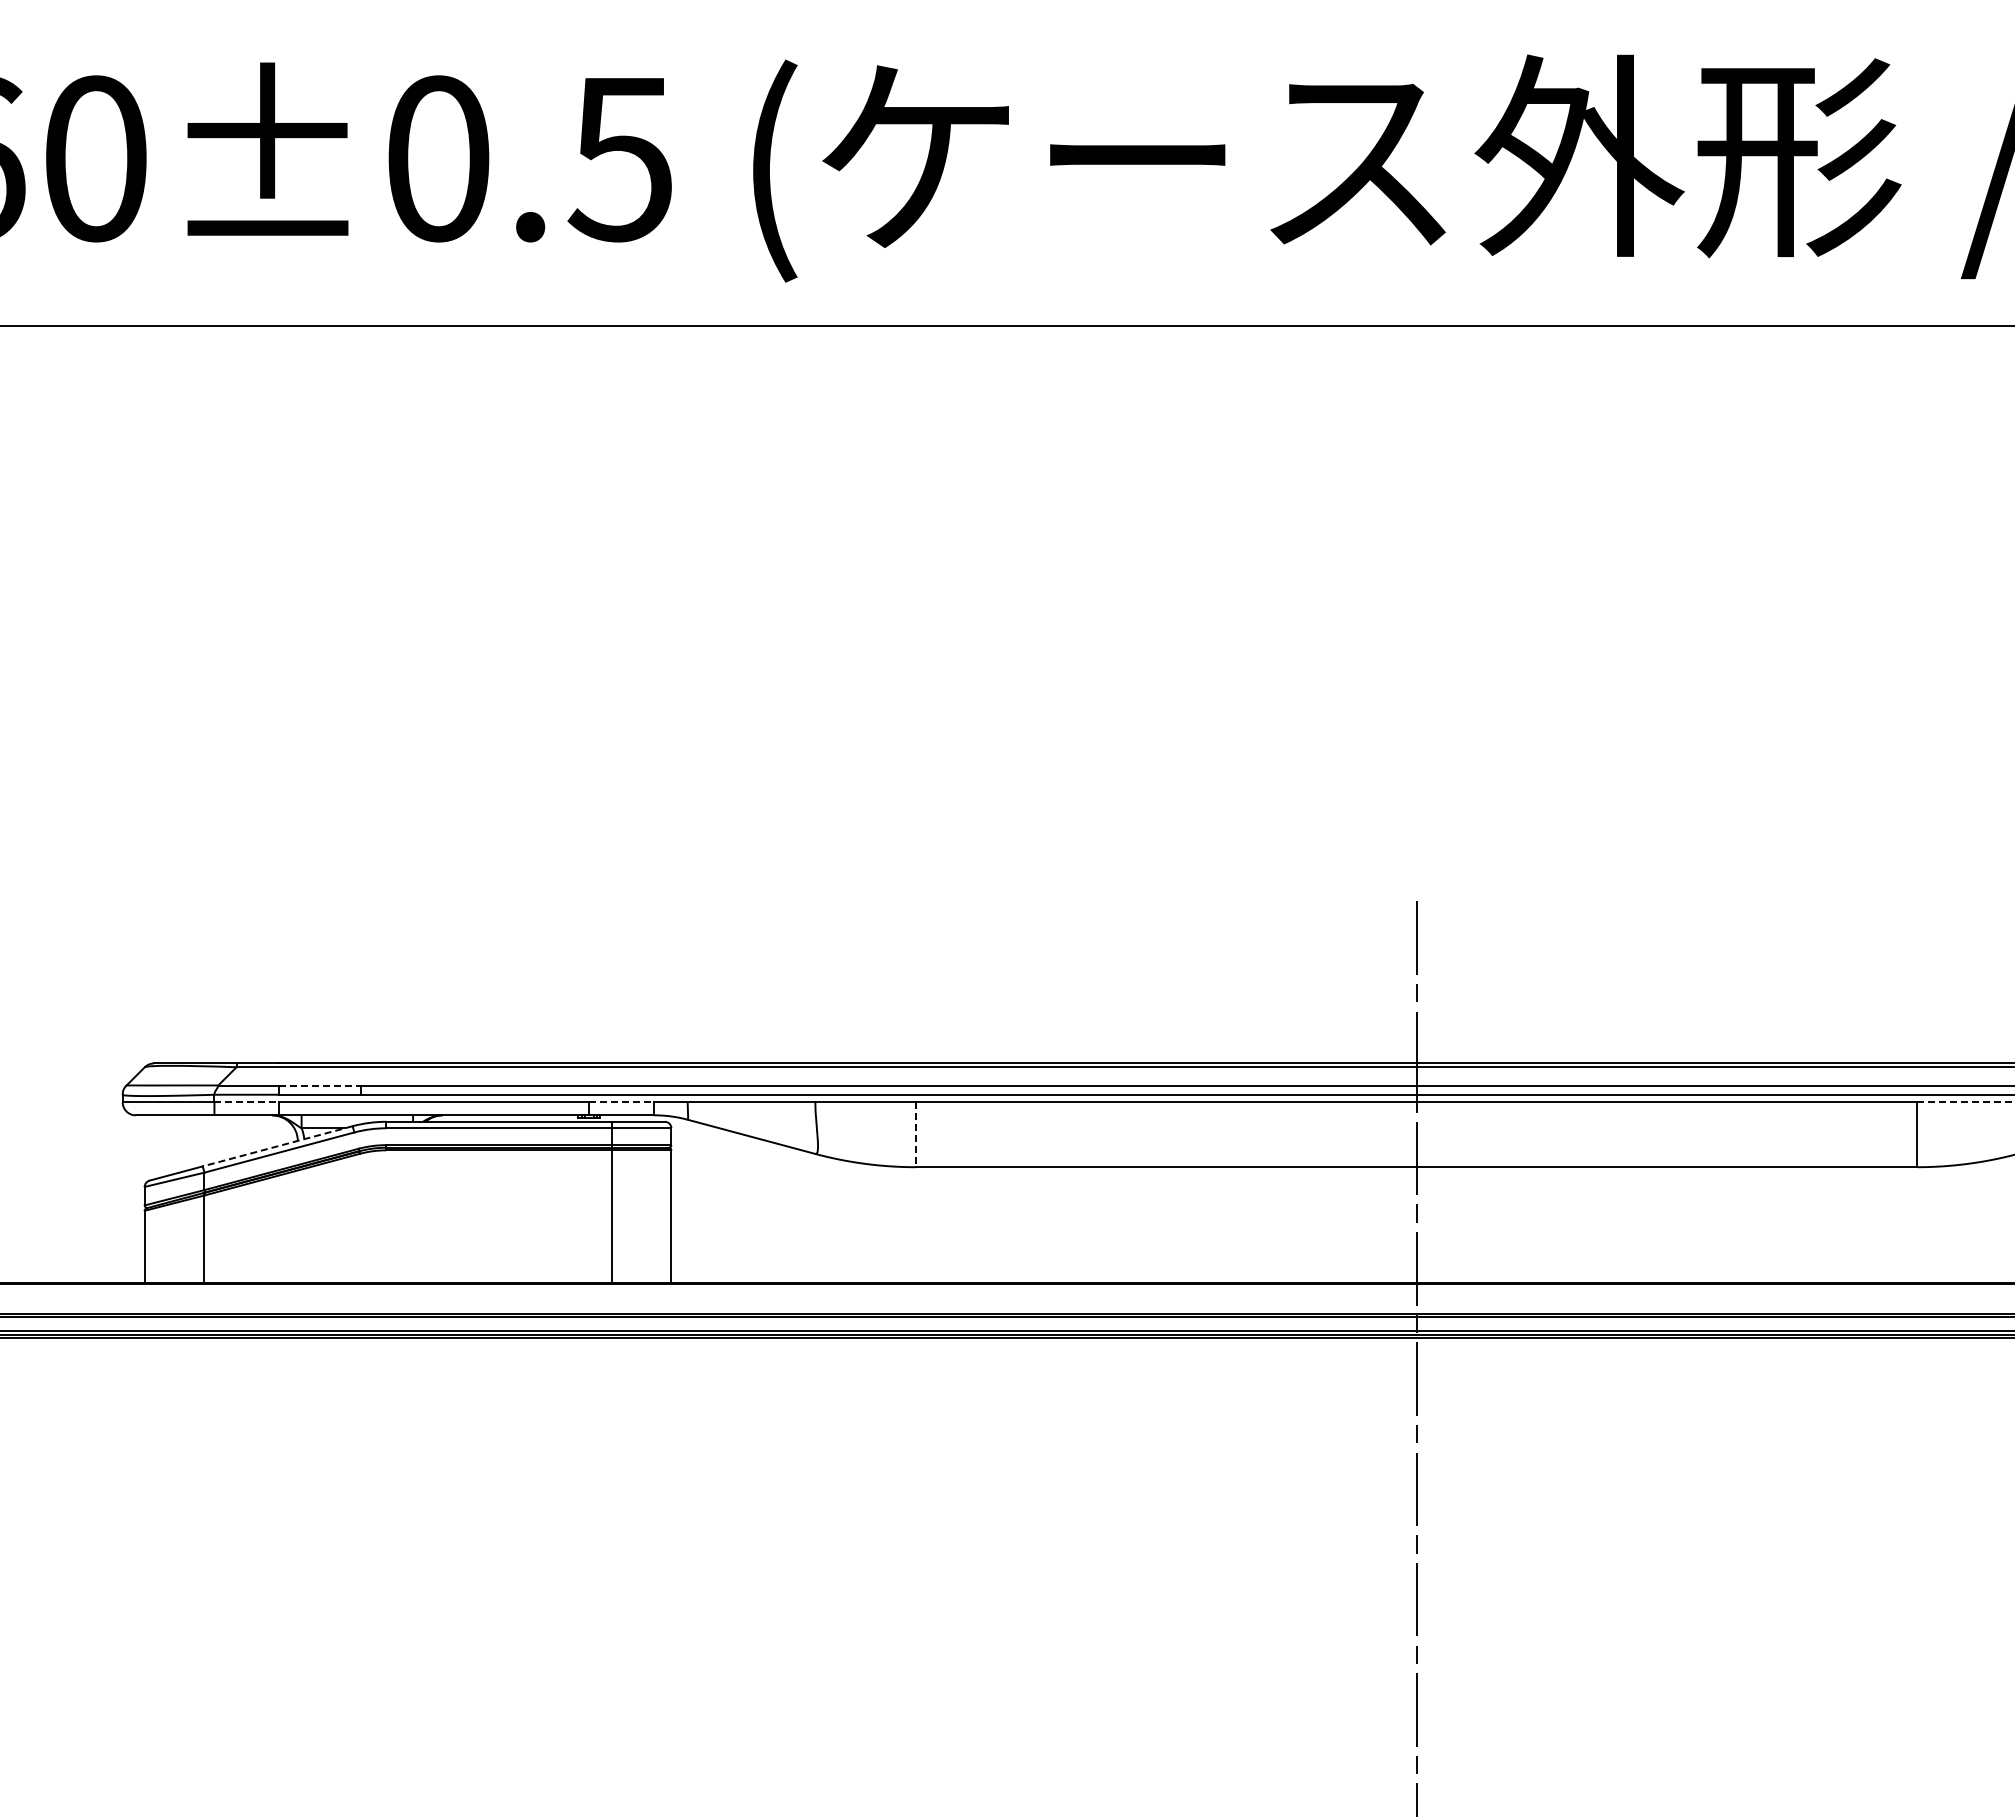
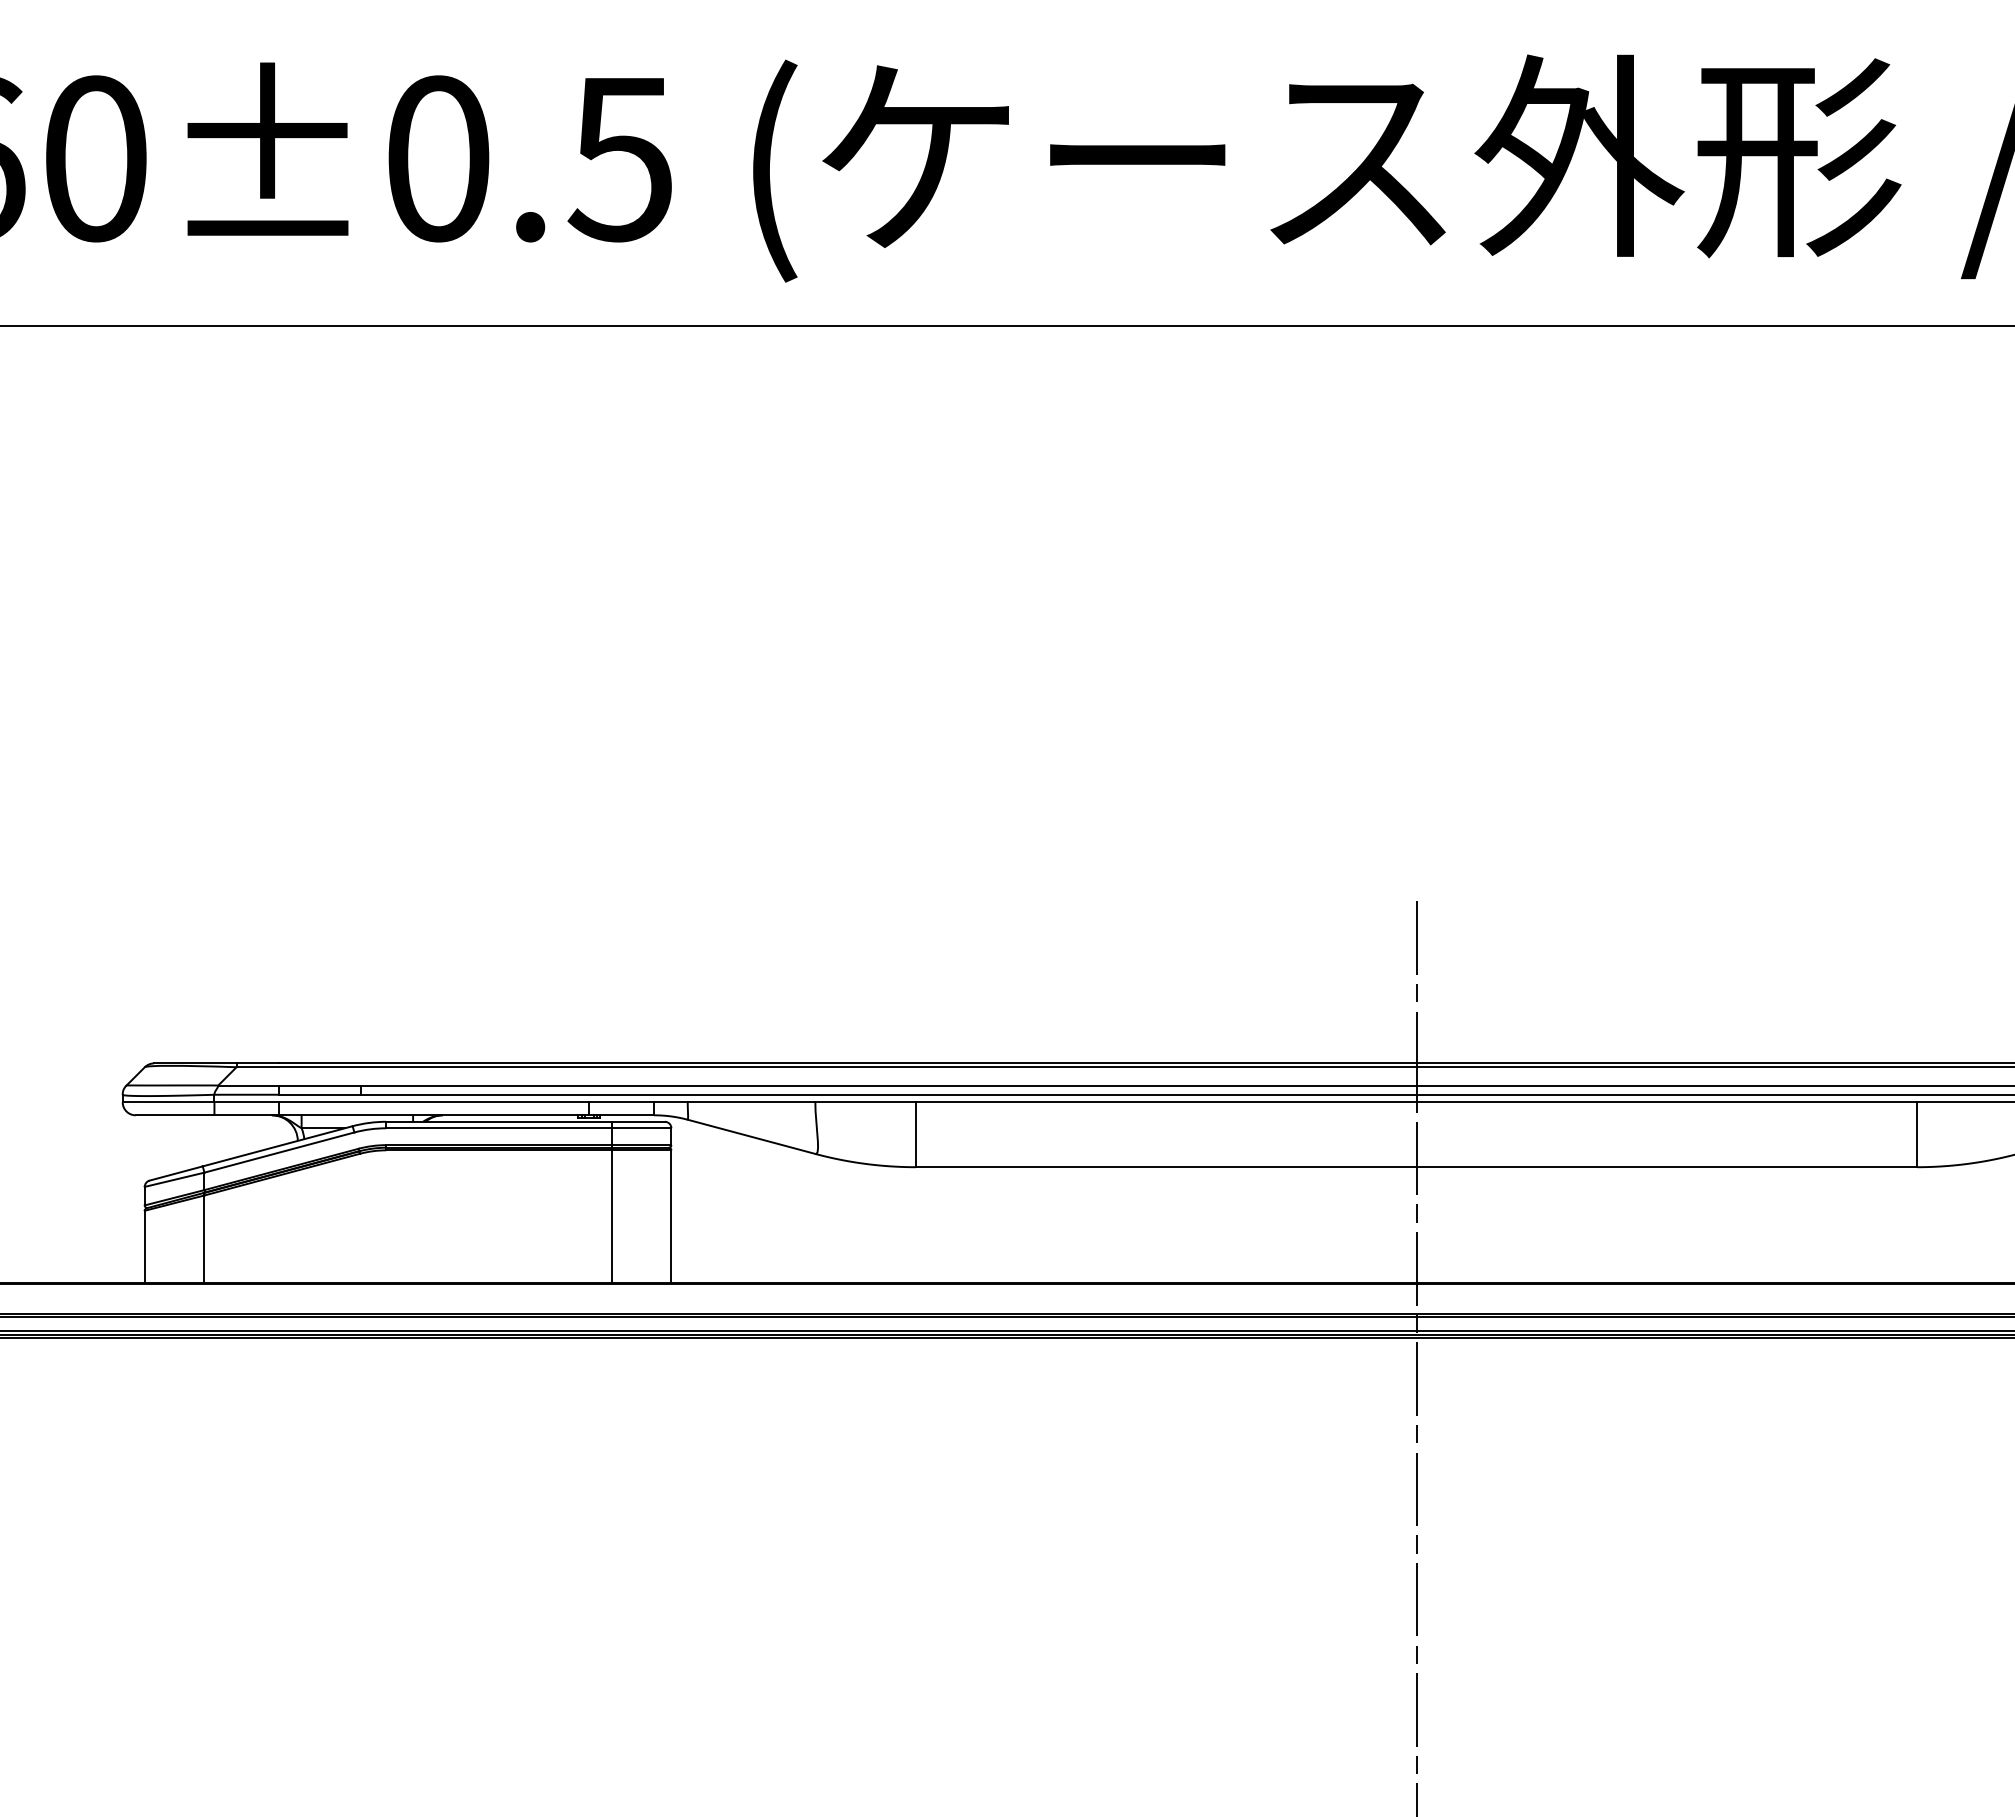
line at (320, 1085): dashed -> solid
line at (247, 1102): dashed -> solid
line at (622, 1102): dashed -> solid
line at (1965, 1102): dashed -> solid
line at (916, 1135): dashed -> solid
line at (277, 1146): dashed -> solid
